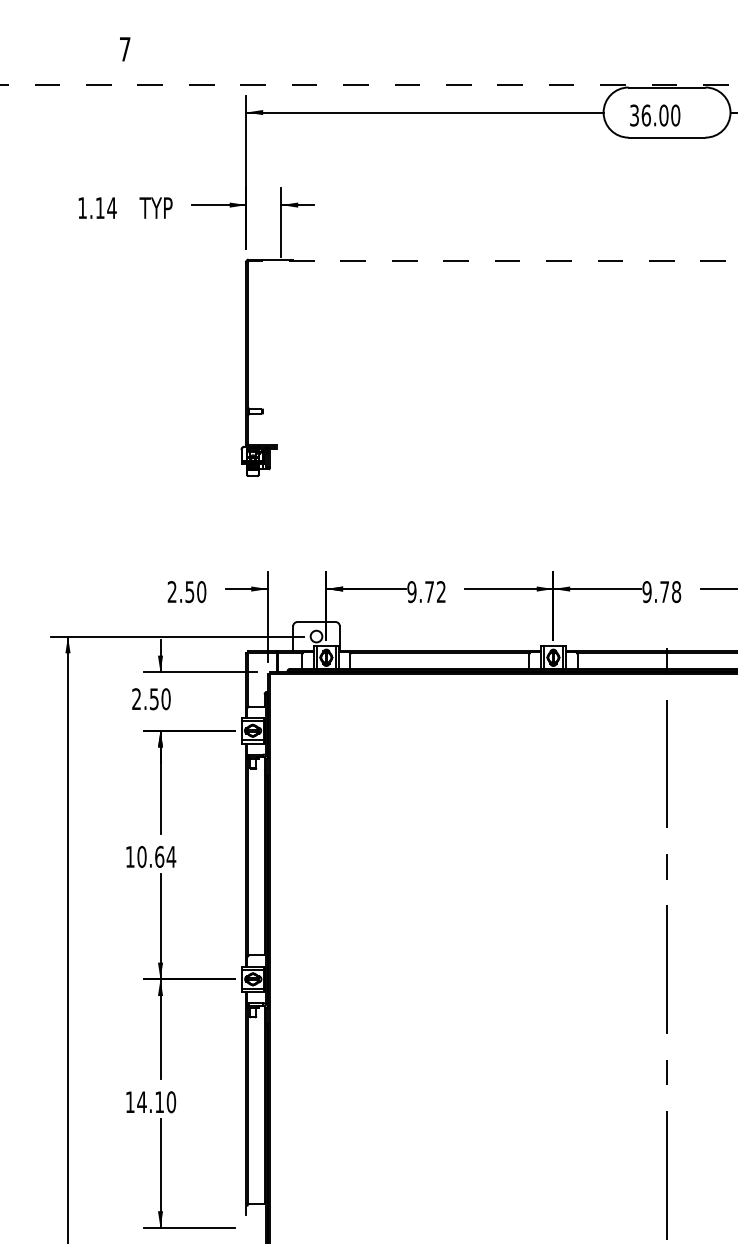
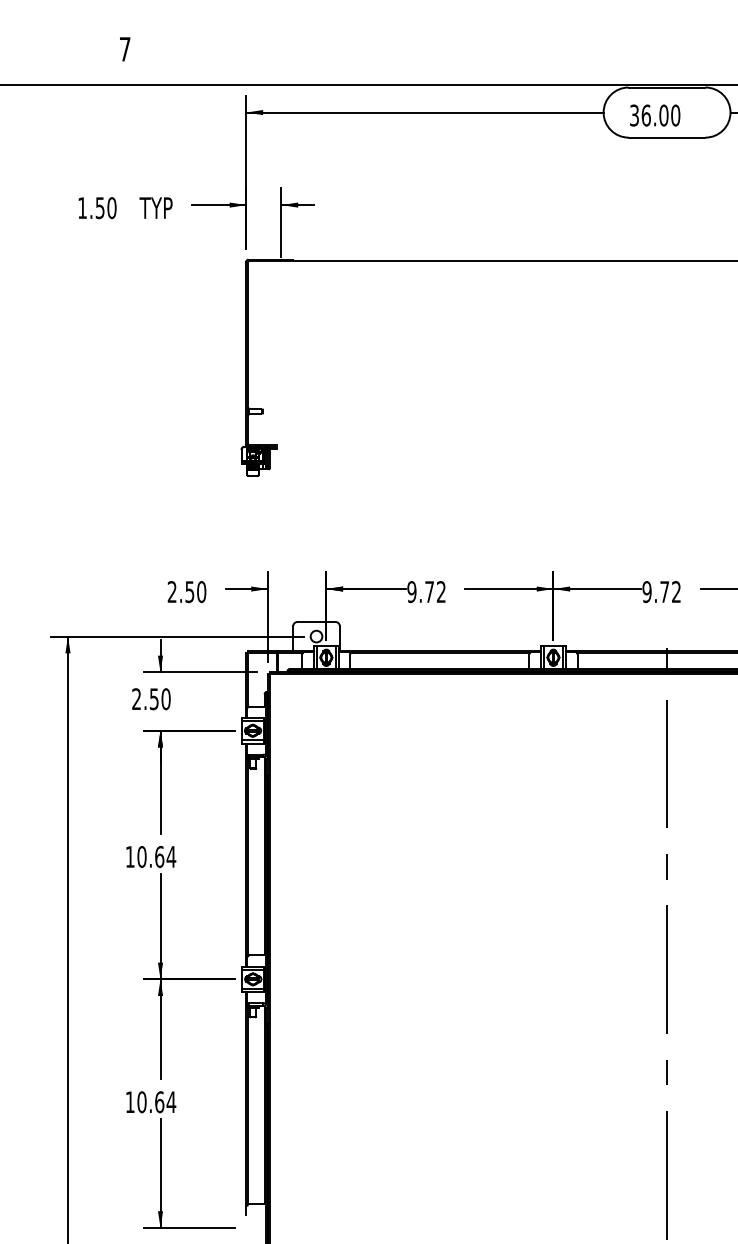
line at (369, 85): dashed -> solid
text at (105, 208): 1.14 -> 1.50
line at (492, 261): dashed -> solid
text at (676, 592): 9.78 -> 9.72
text at (156, 1102): 14.10 -> 10.64
